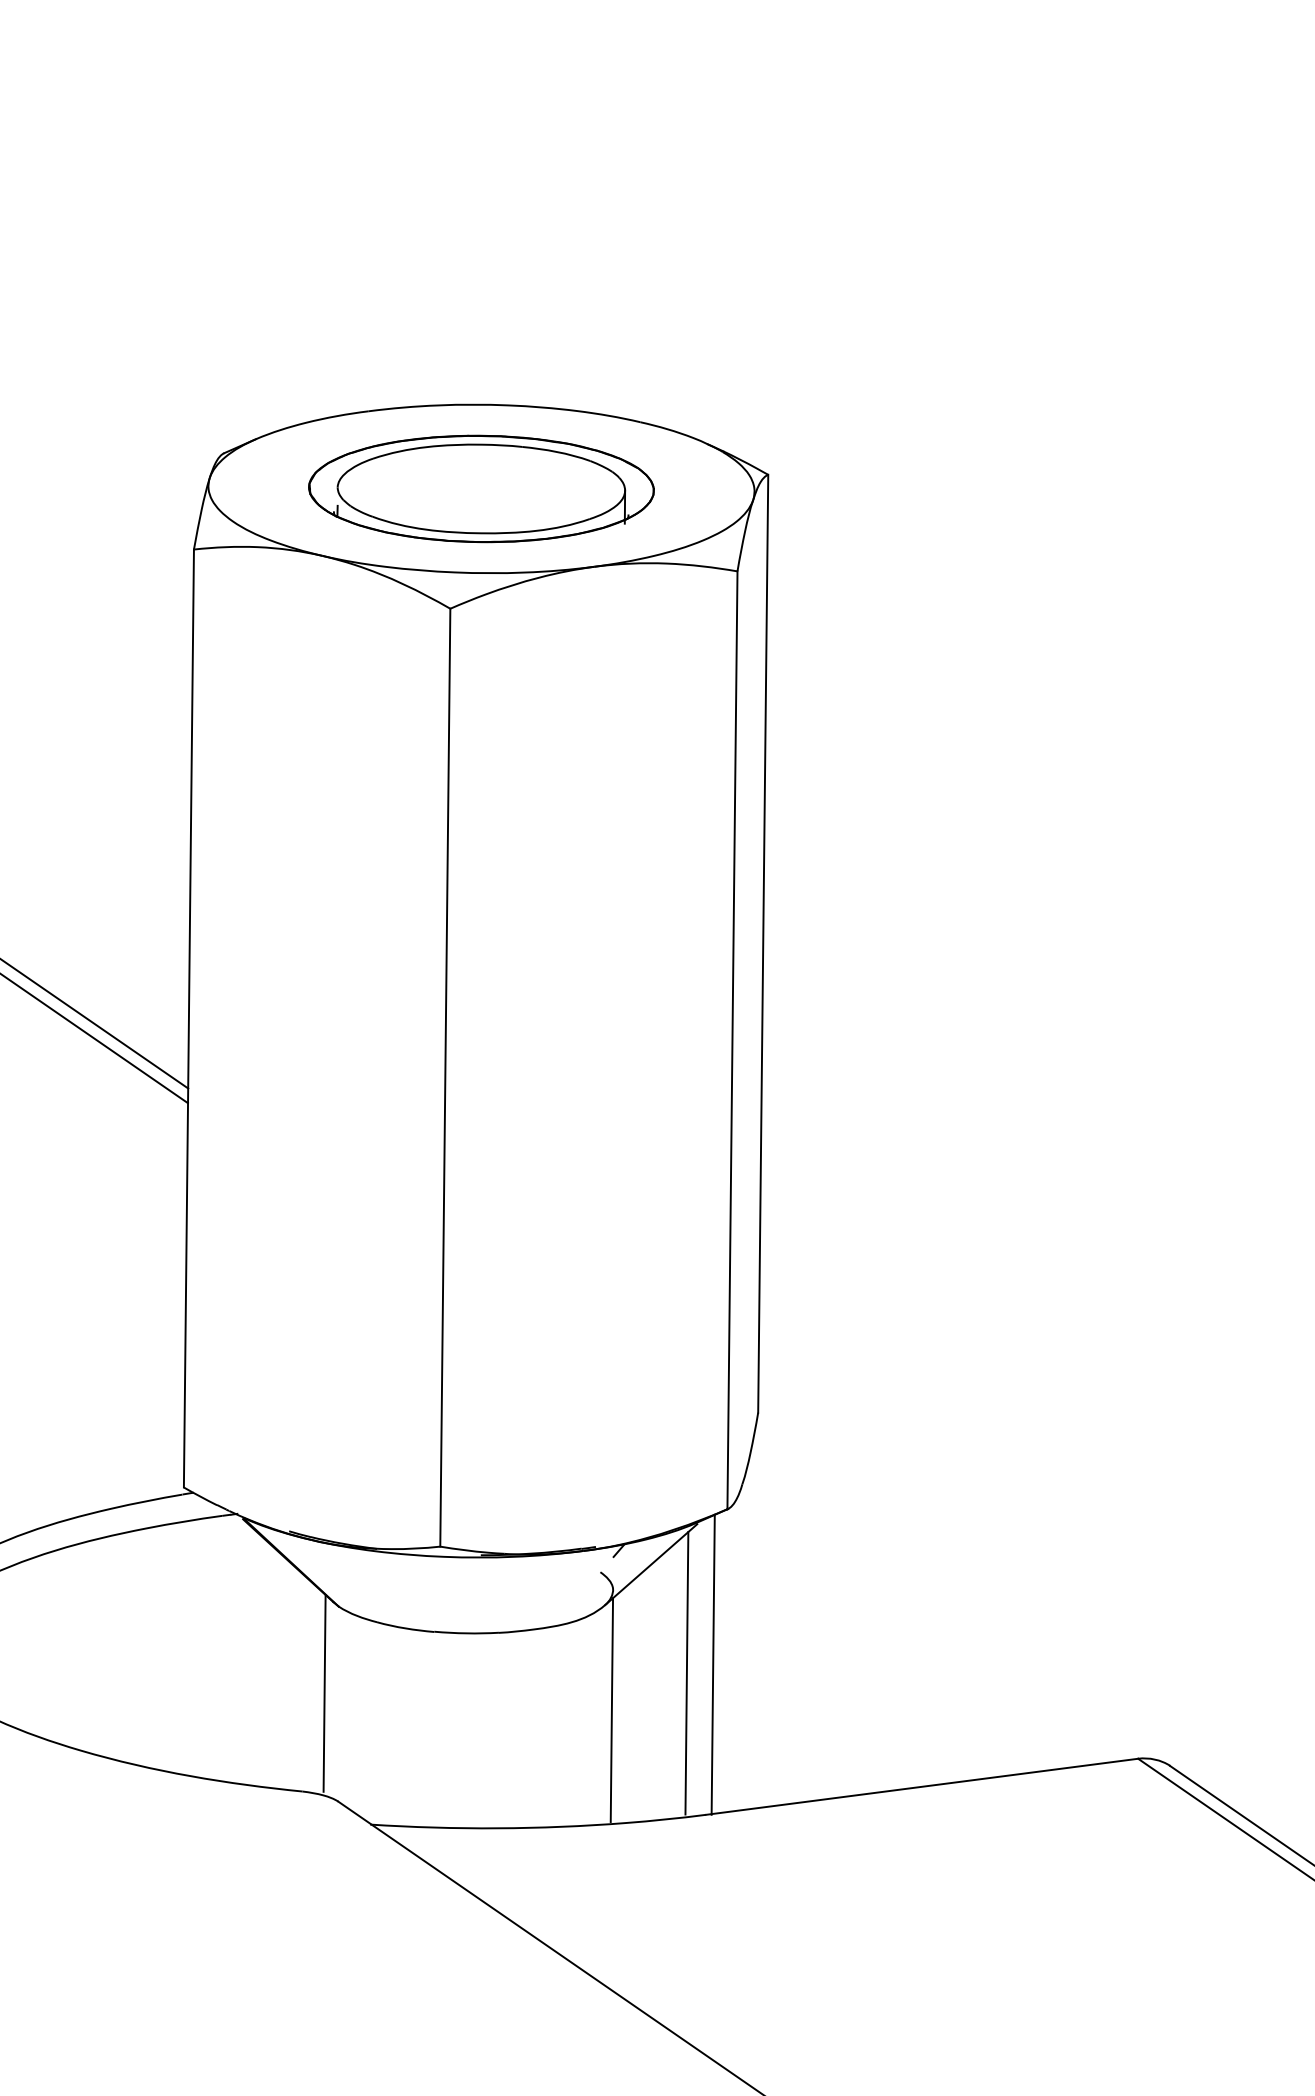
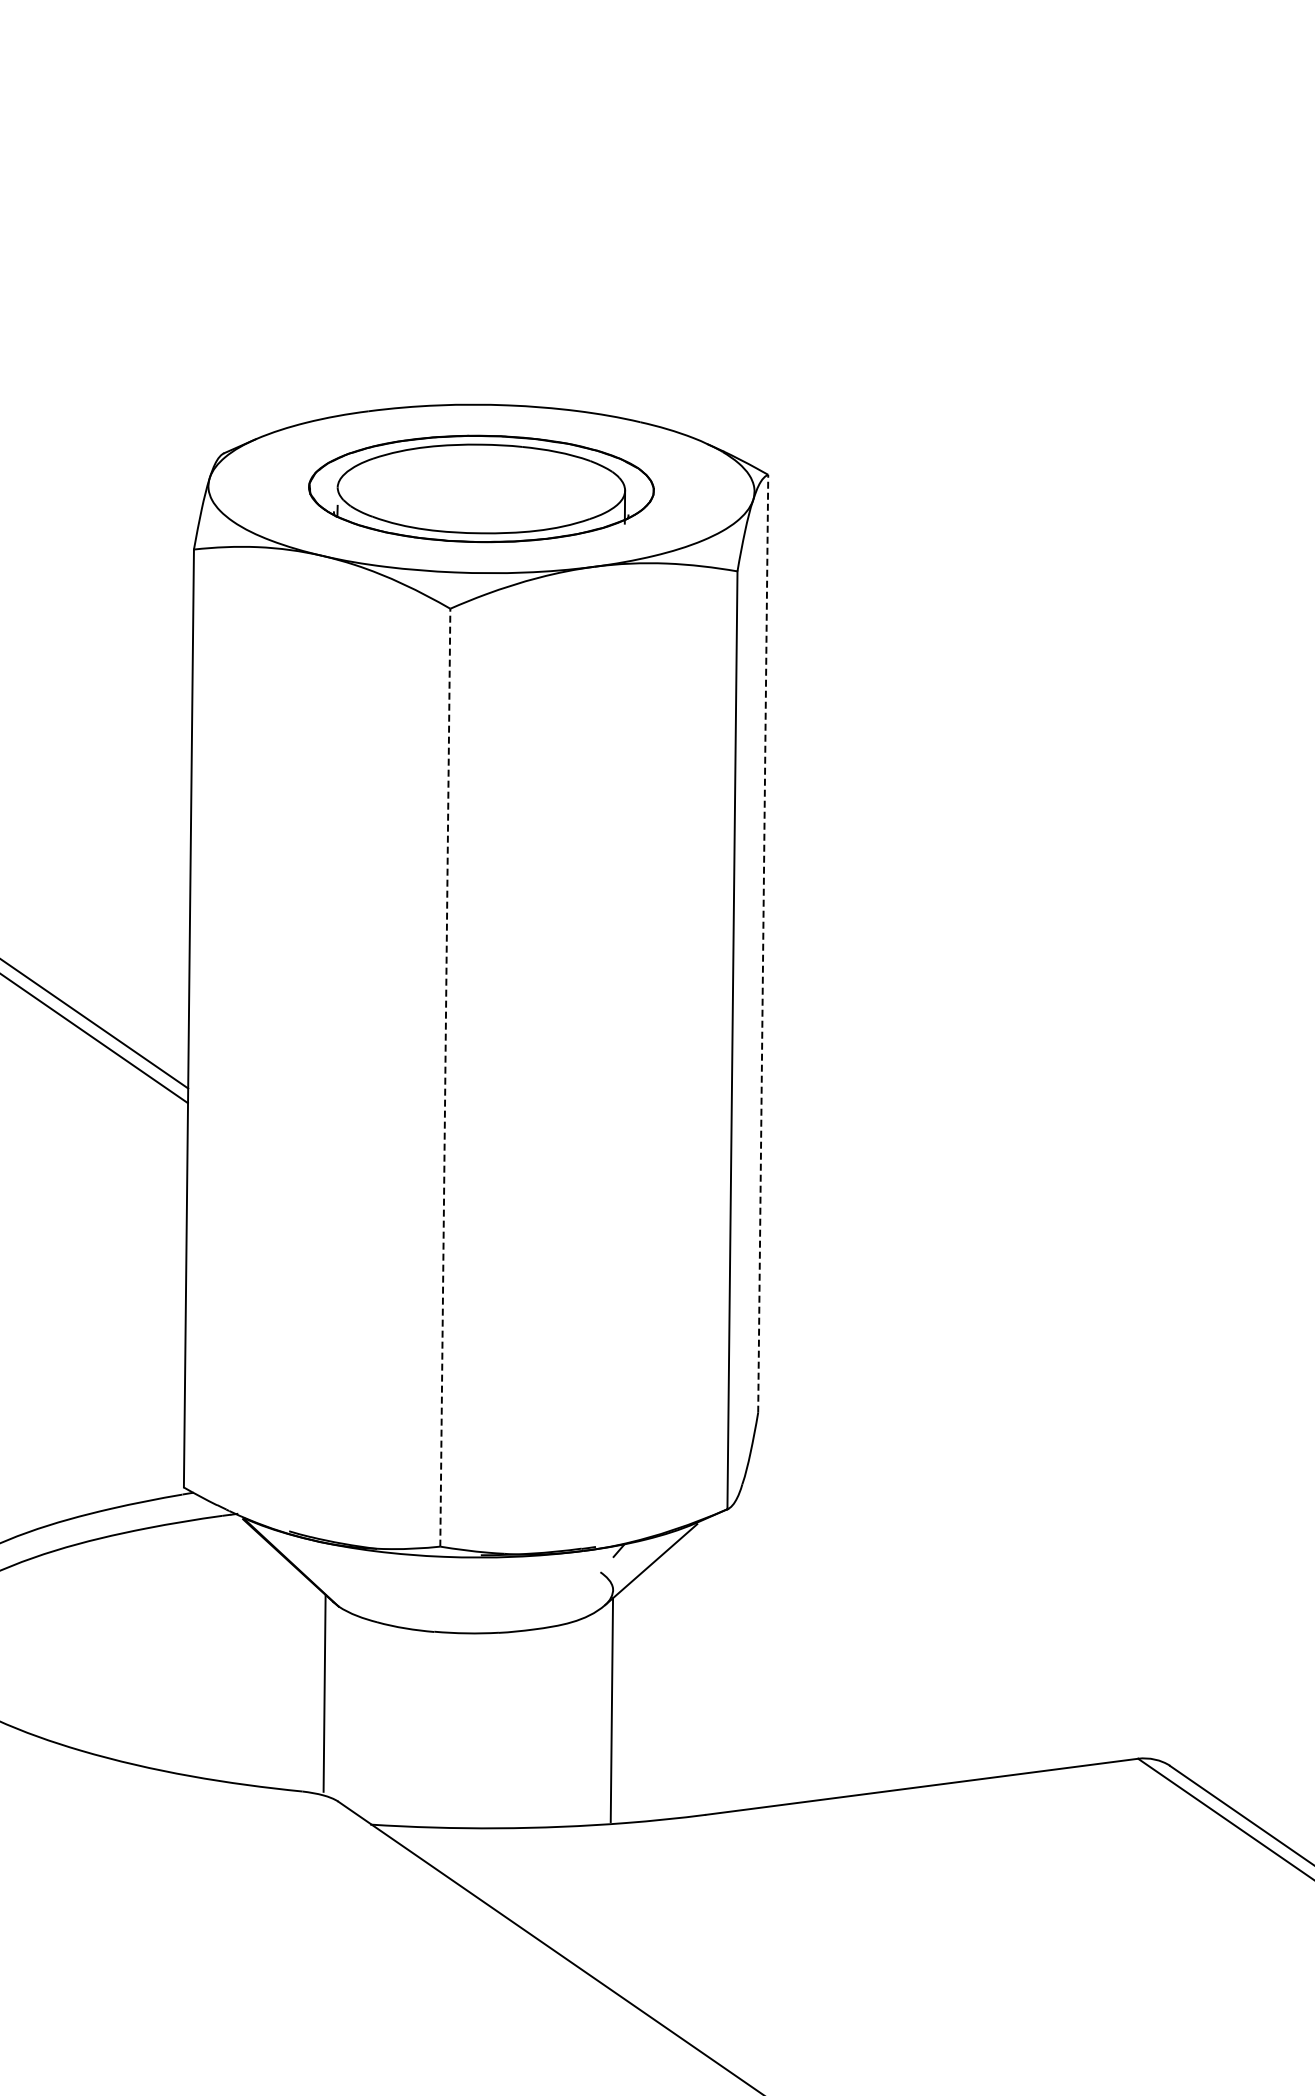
line at (763, 943): solid -> dashed
line at (445, 1077): solid -> dashed
line at (712, 1664): present -> none
line at (686, 1672): present -> none
